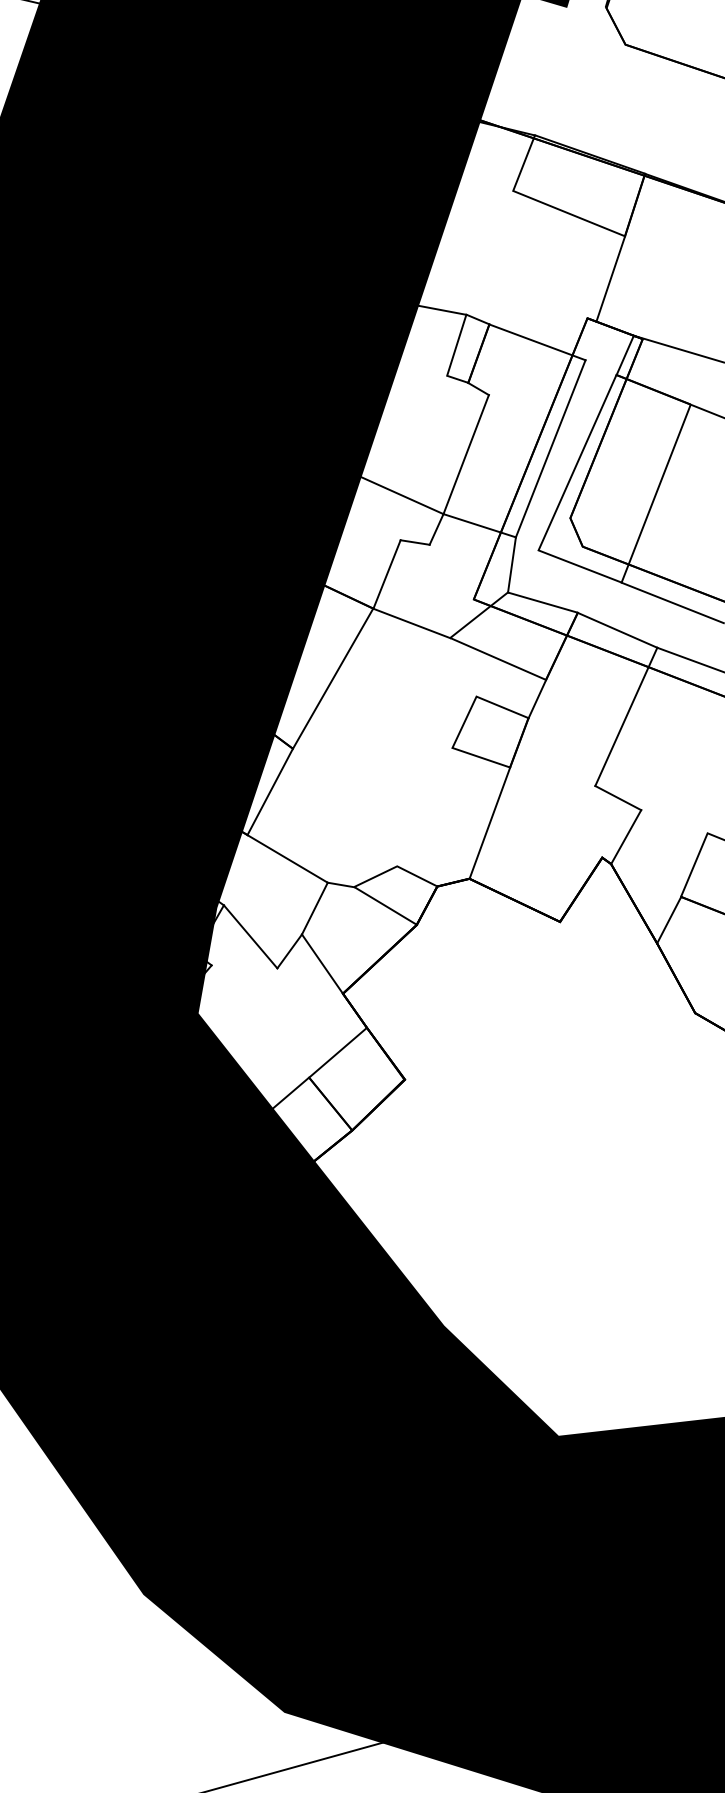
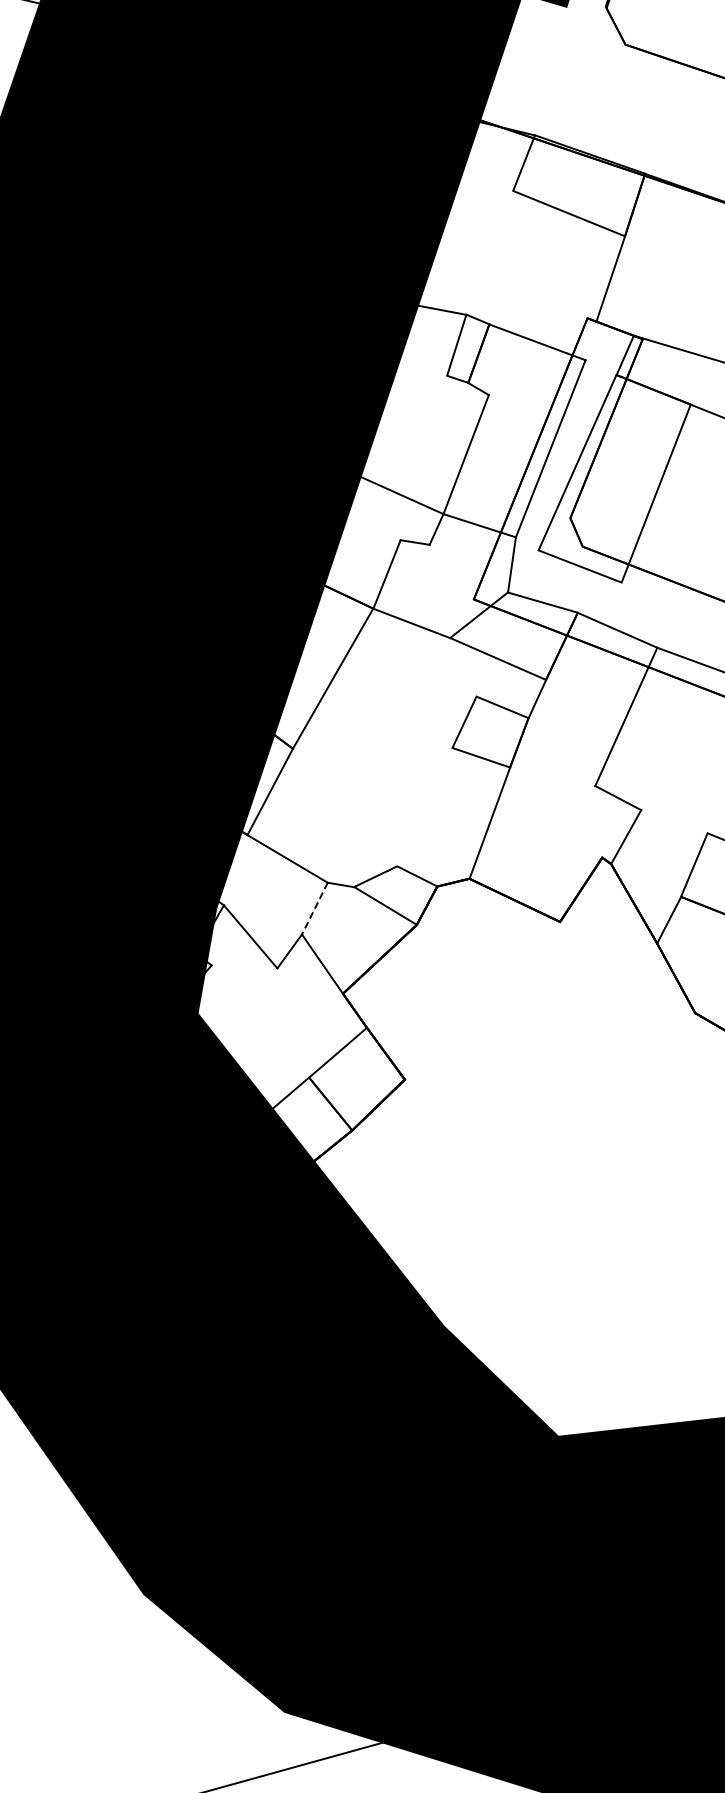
line at (671, 602): present -> none
line at (314, 908): solid -> dashed
